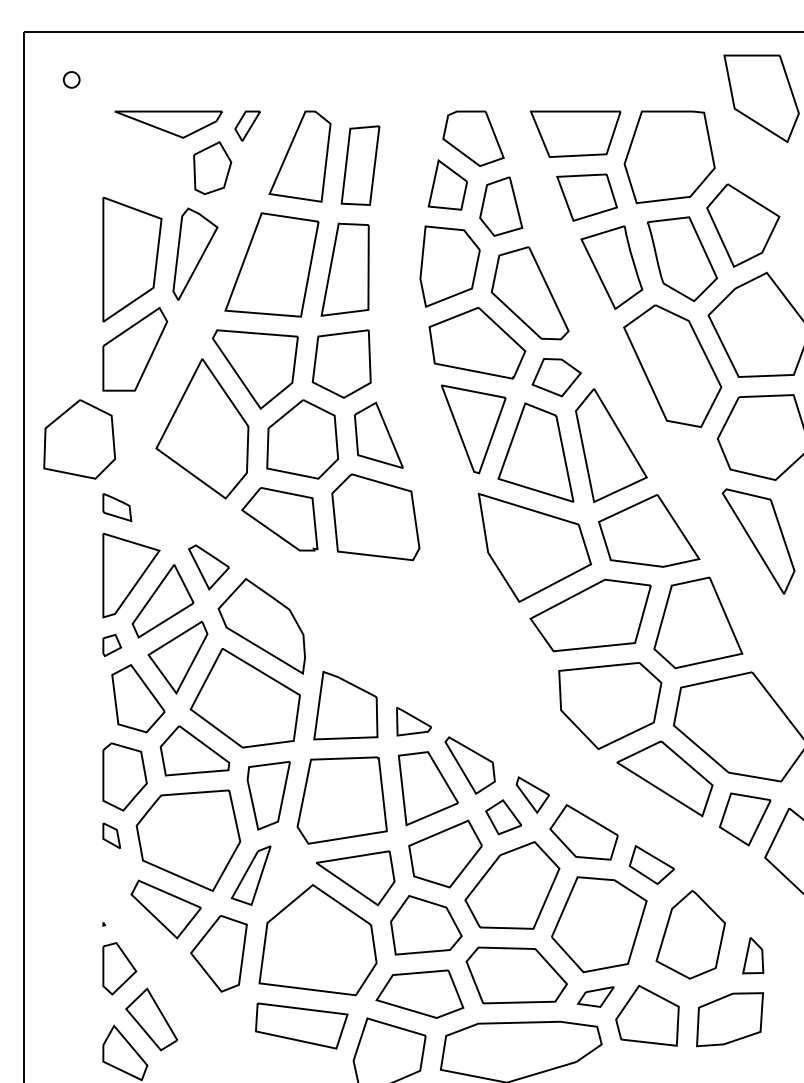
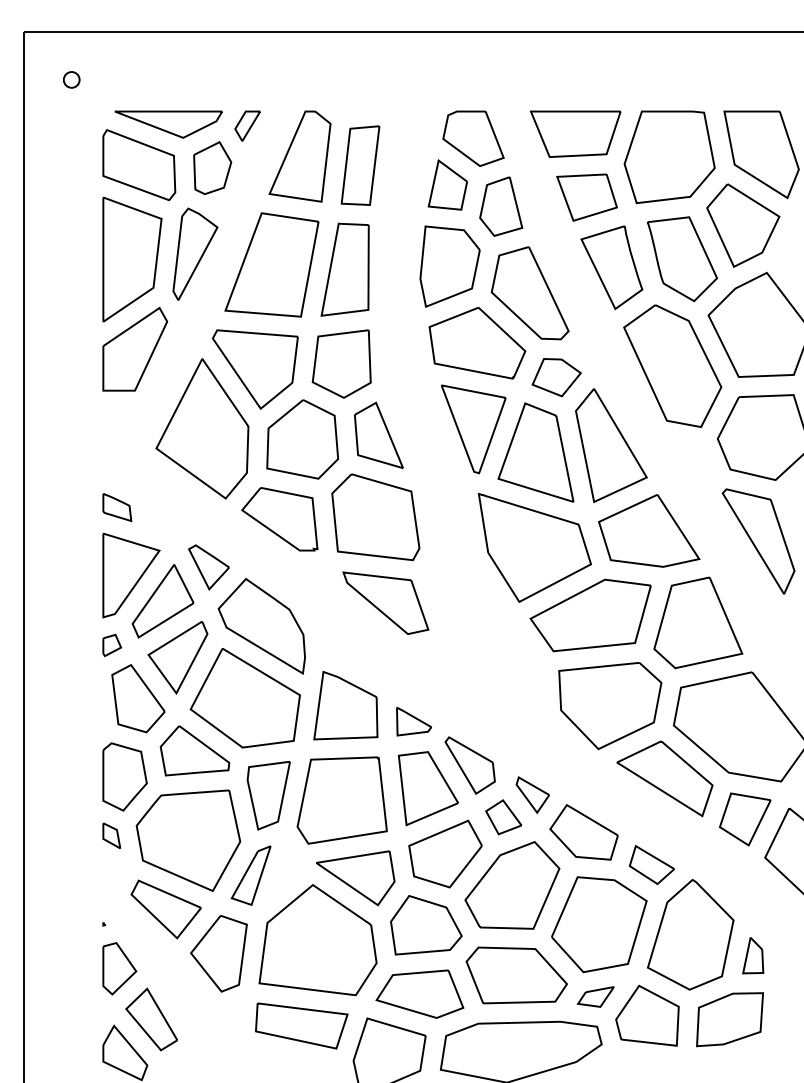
part at (761, 98) position: (761, 98) -> (761, 154)
part at (139, 165): none -> present
part at (79, 439): present -> none
part at (385, 602): none -> present
part at (690, 934) size: 71x90 px -> 88x112 px
